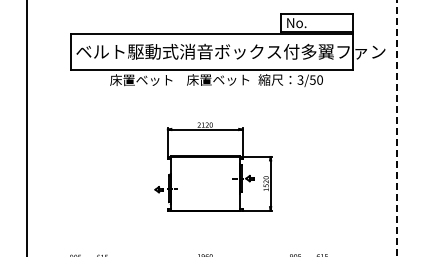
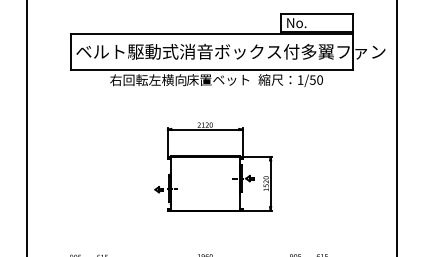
text at (300, 79): 3/50 -> 1/50
text at (148, 80): 床置ベット -> 右回転左横向
line at (397, 129): dashed -> solid
